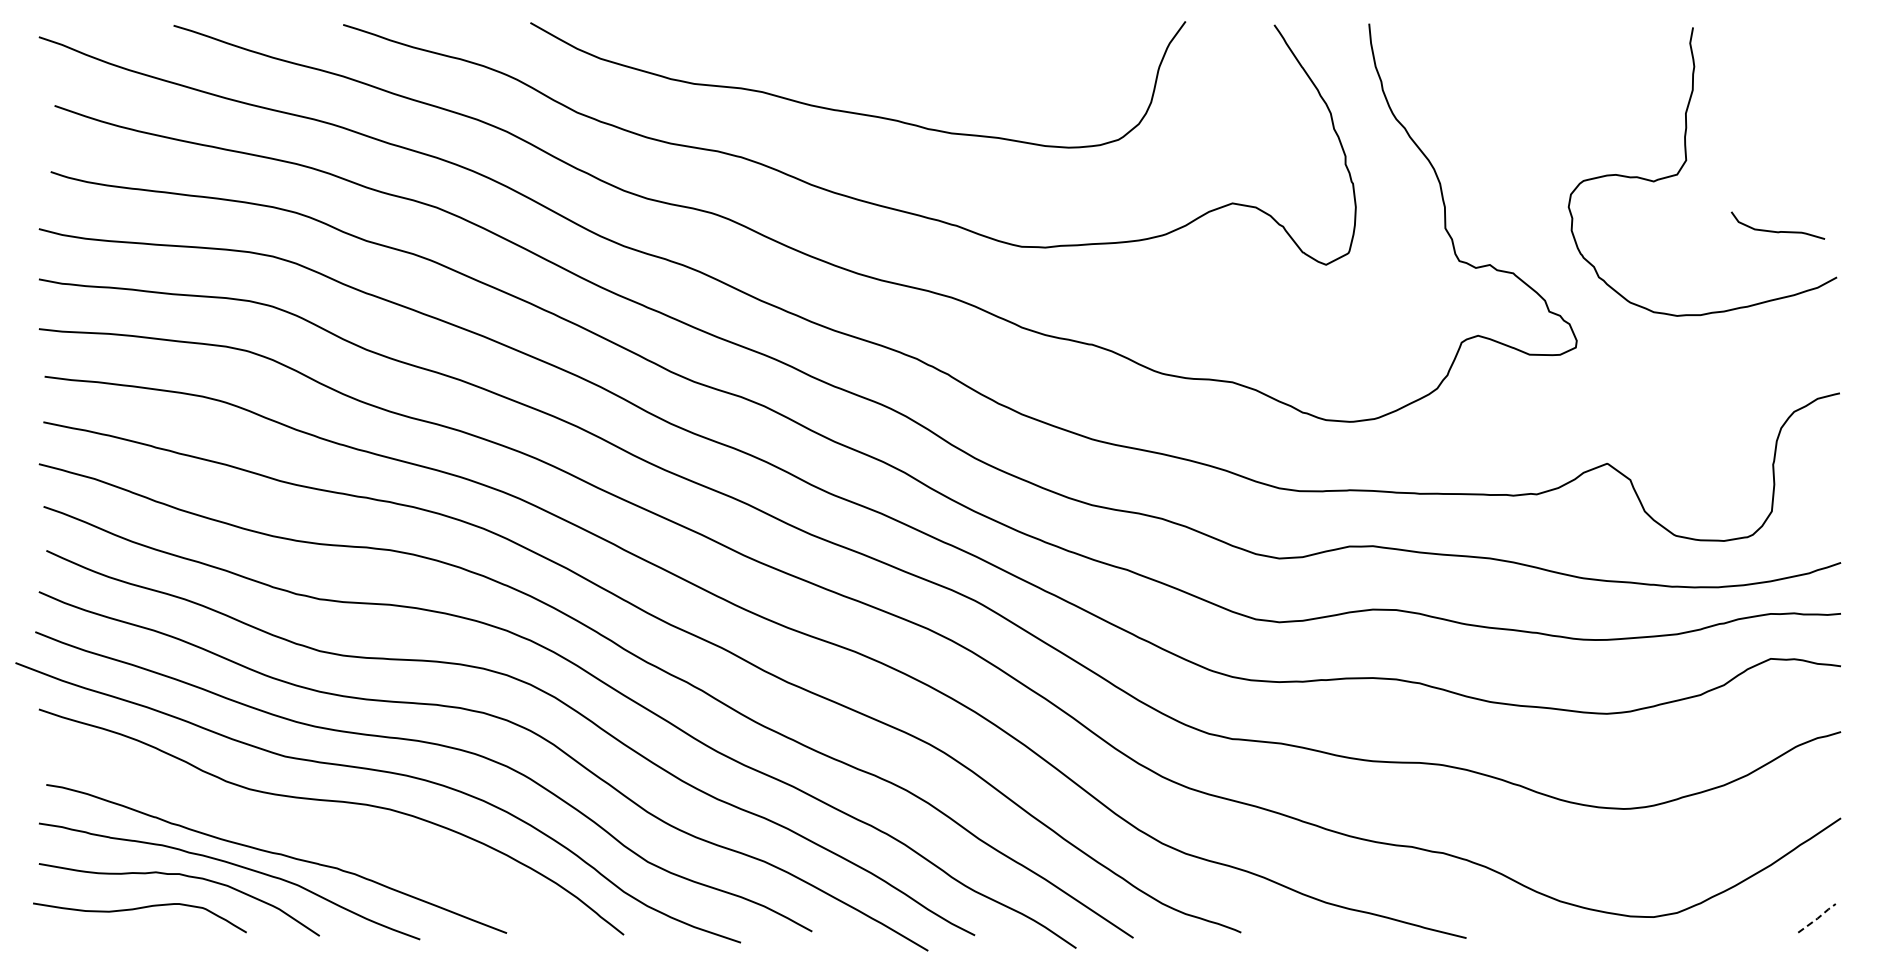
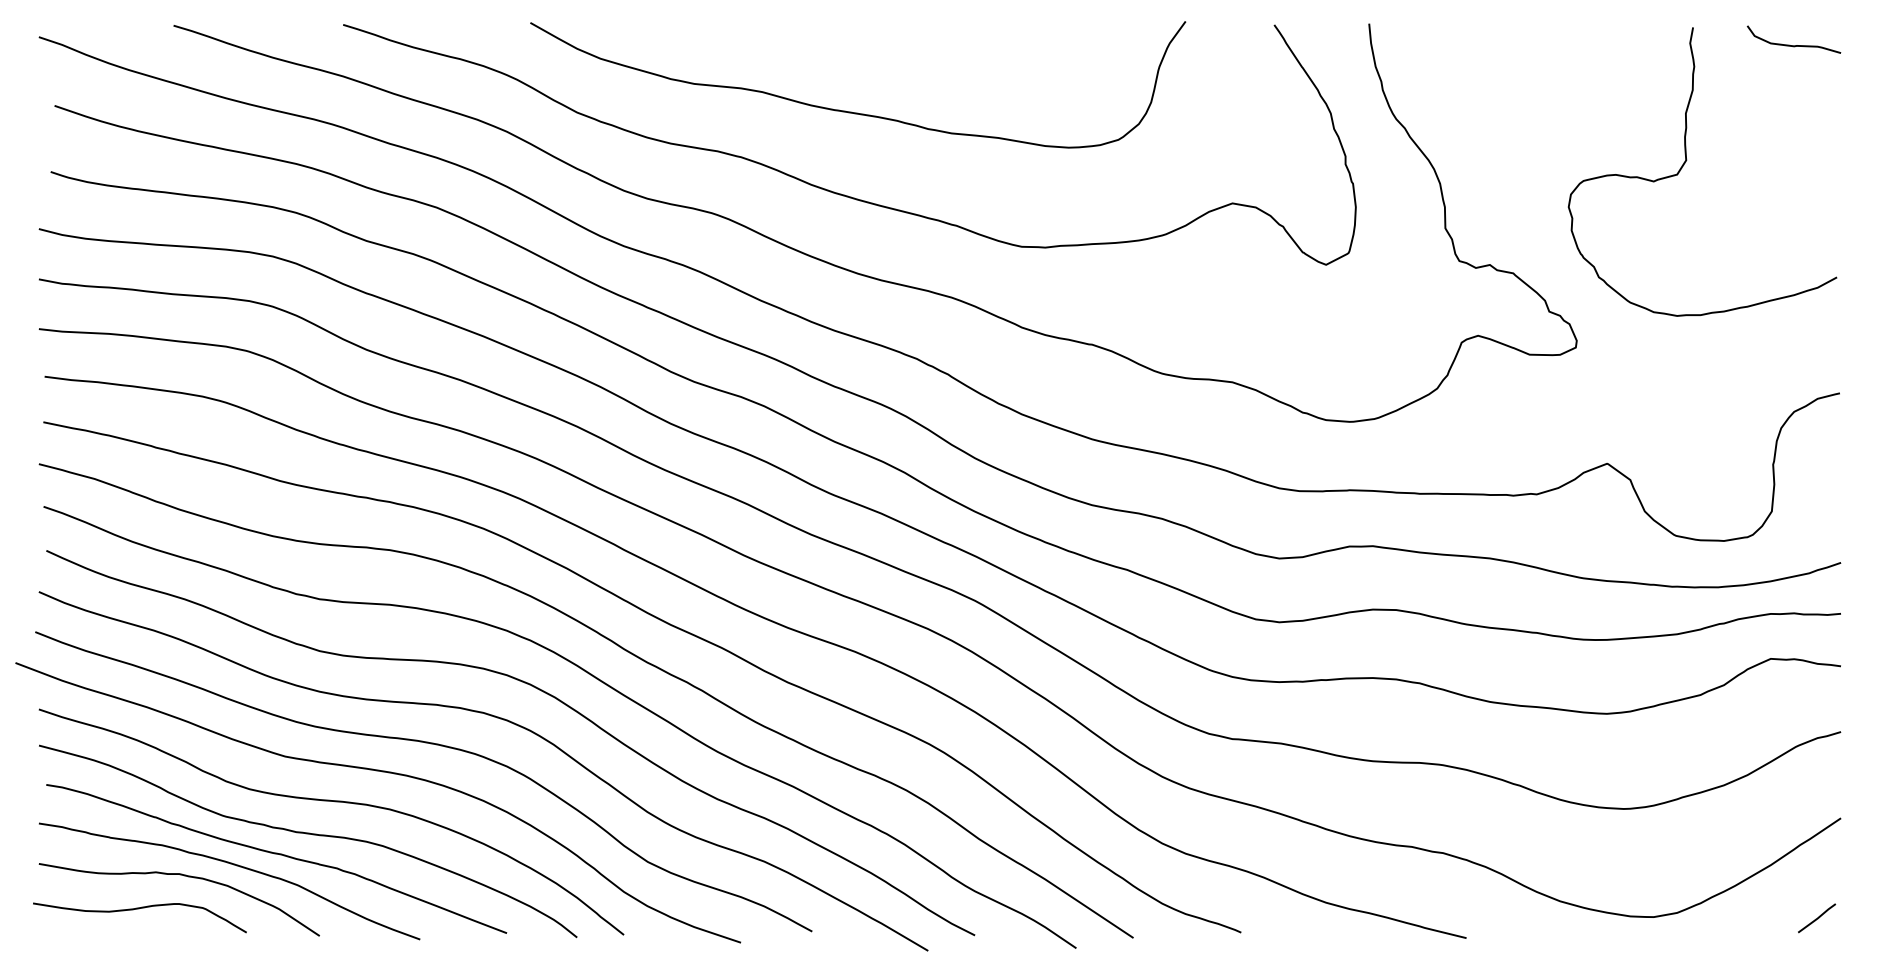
curve at (1777, 231) position: (1777, 231) -> (1793, 45)
curve at (308, 834): none -> present
line at (1817, 918): dashed -> solid
